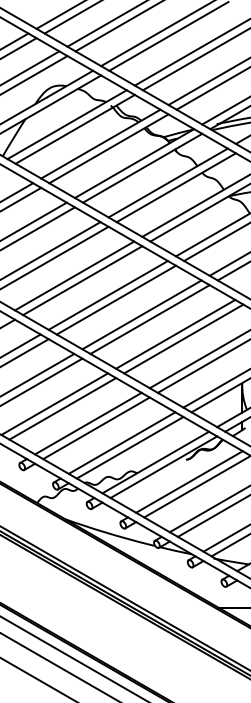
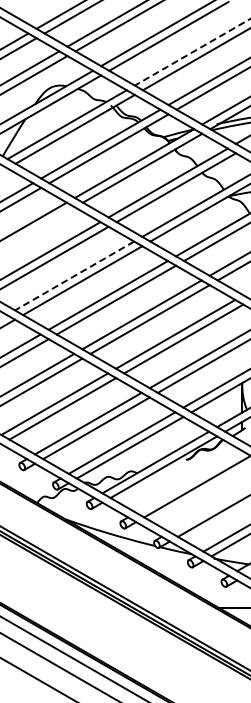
line at (192, 52): solid -> dashed
line at (38, 228): present -> none
line at (74, 275): solid -> dashed
line at (189, 481): present -> none
line at (208, 509): present -> none
